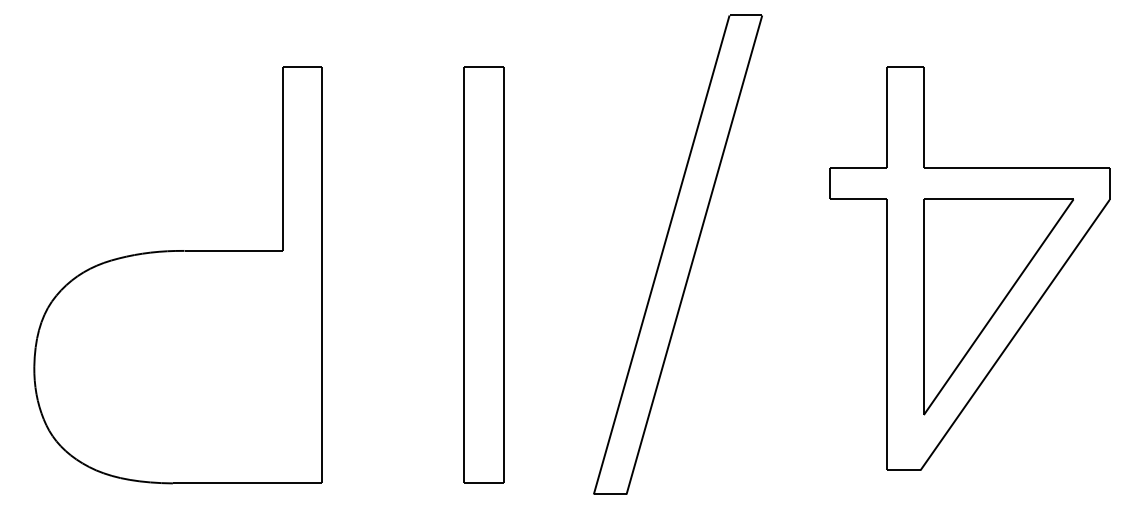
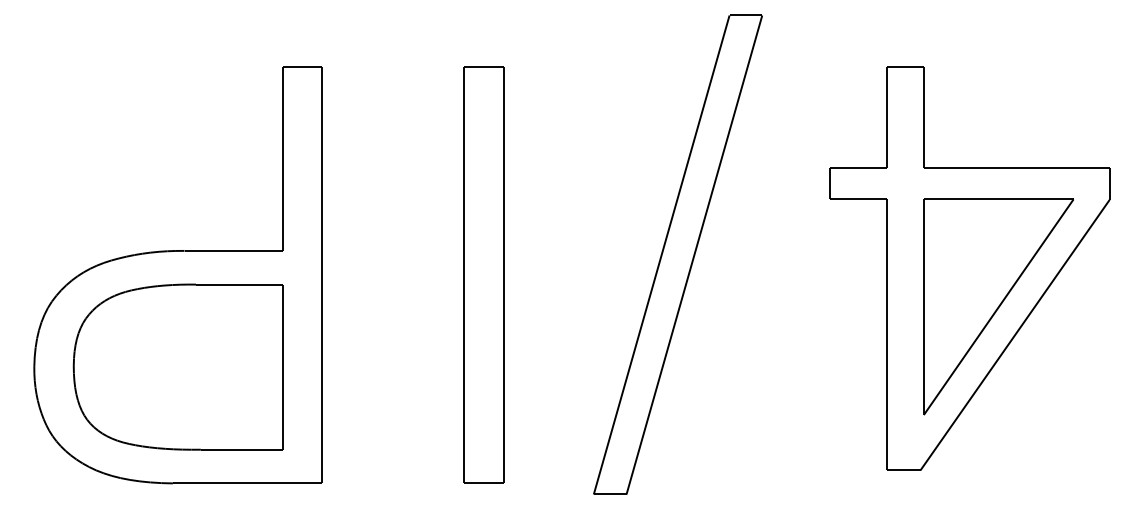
part at (177, 366): none -> present
